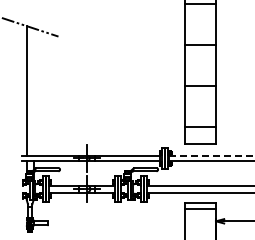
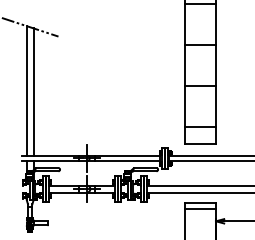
line at (33, 91): none -> present
line at (212, 155): dashed -> solid
